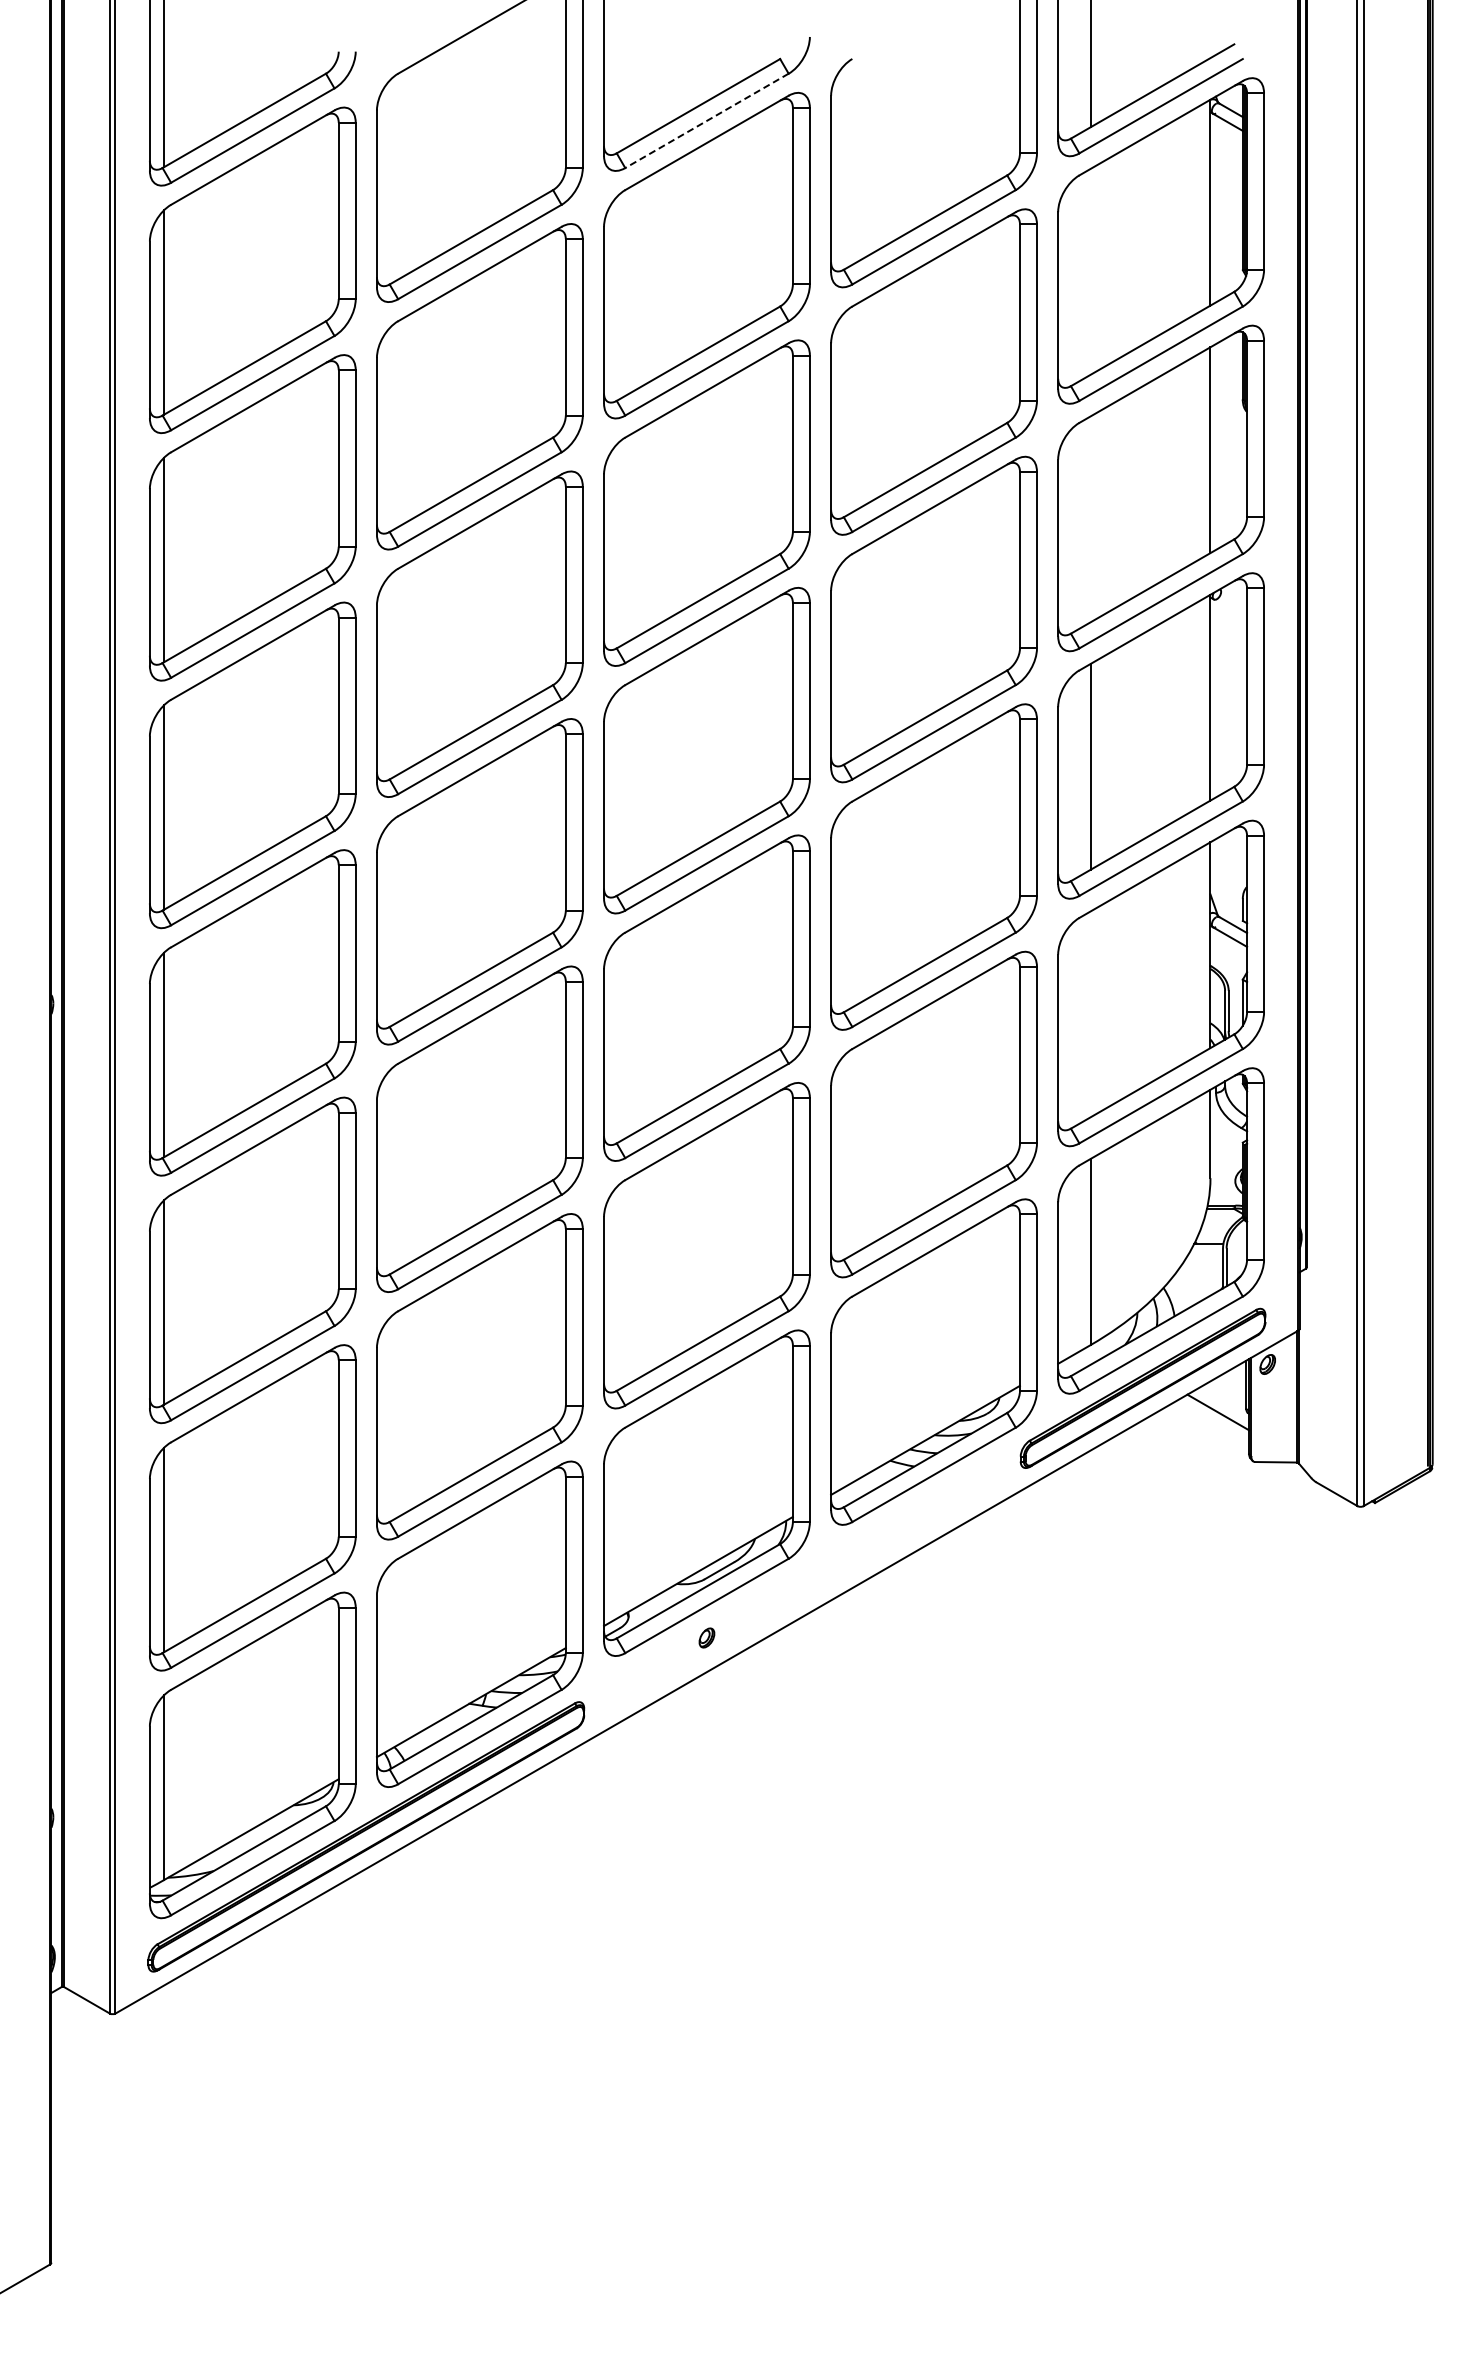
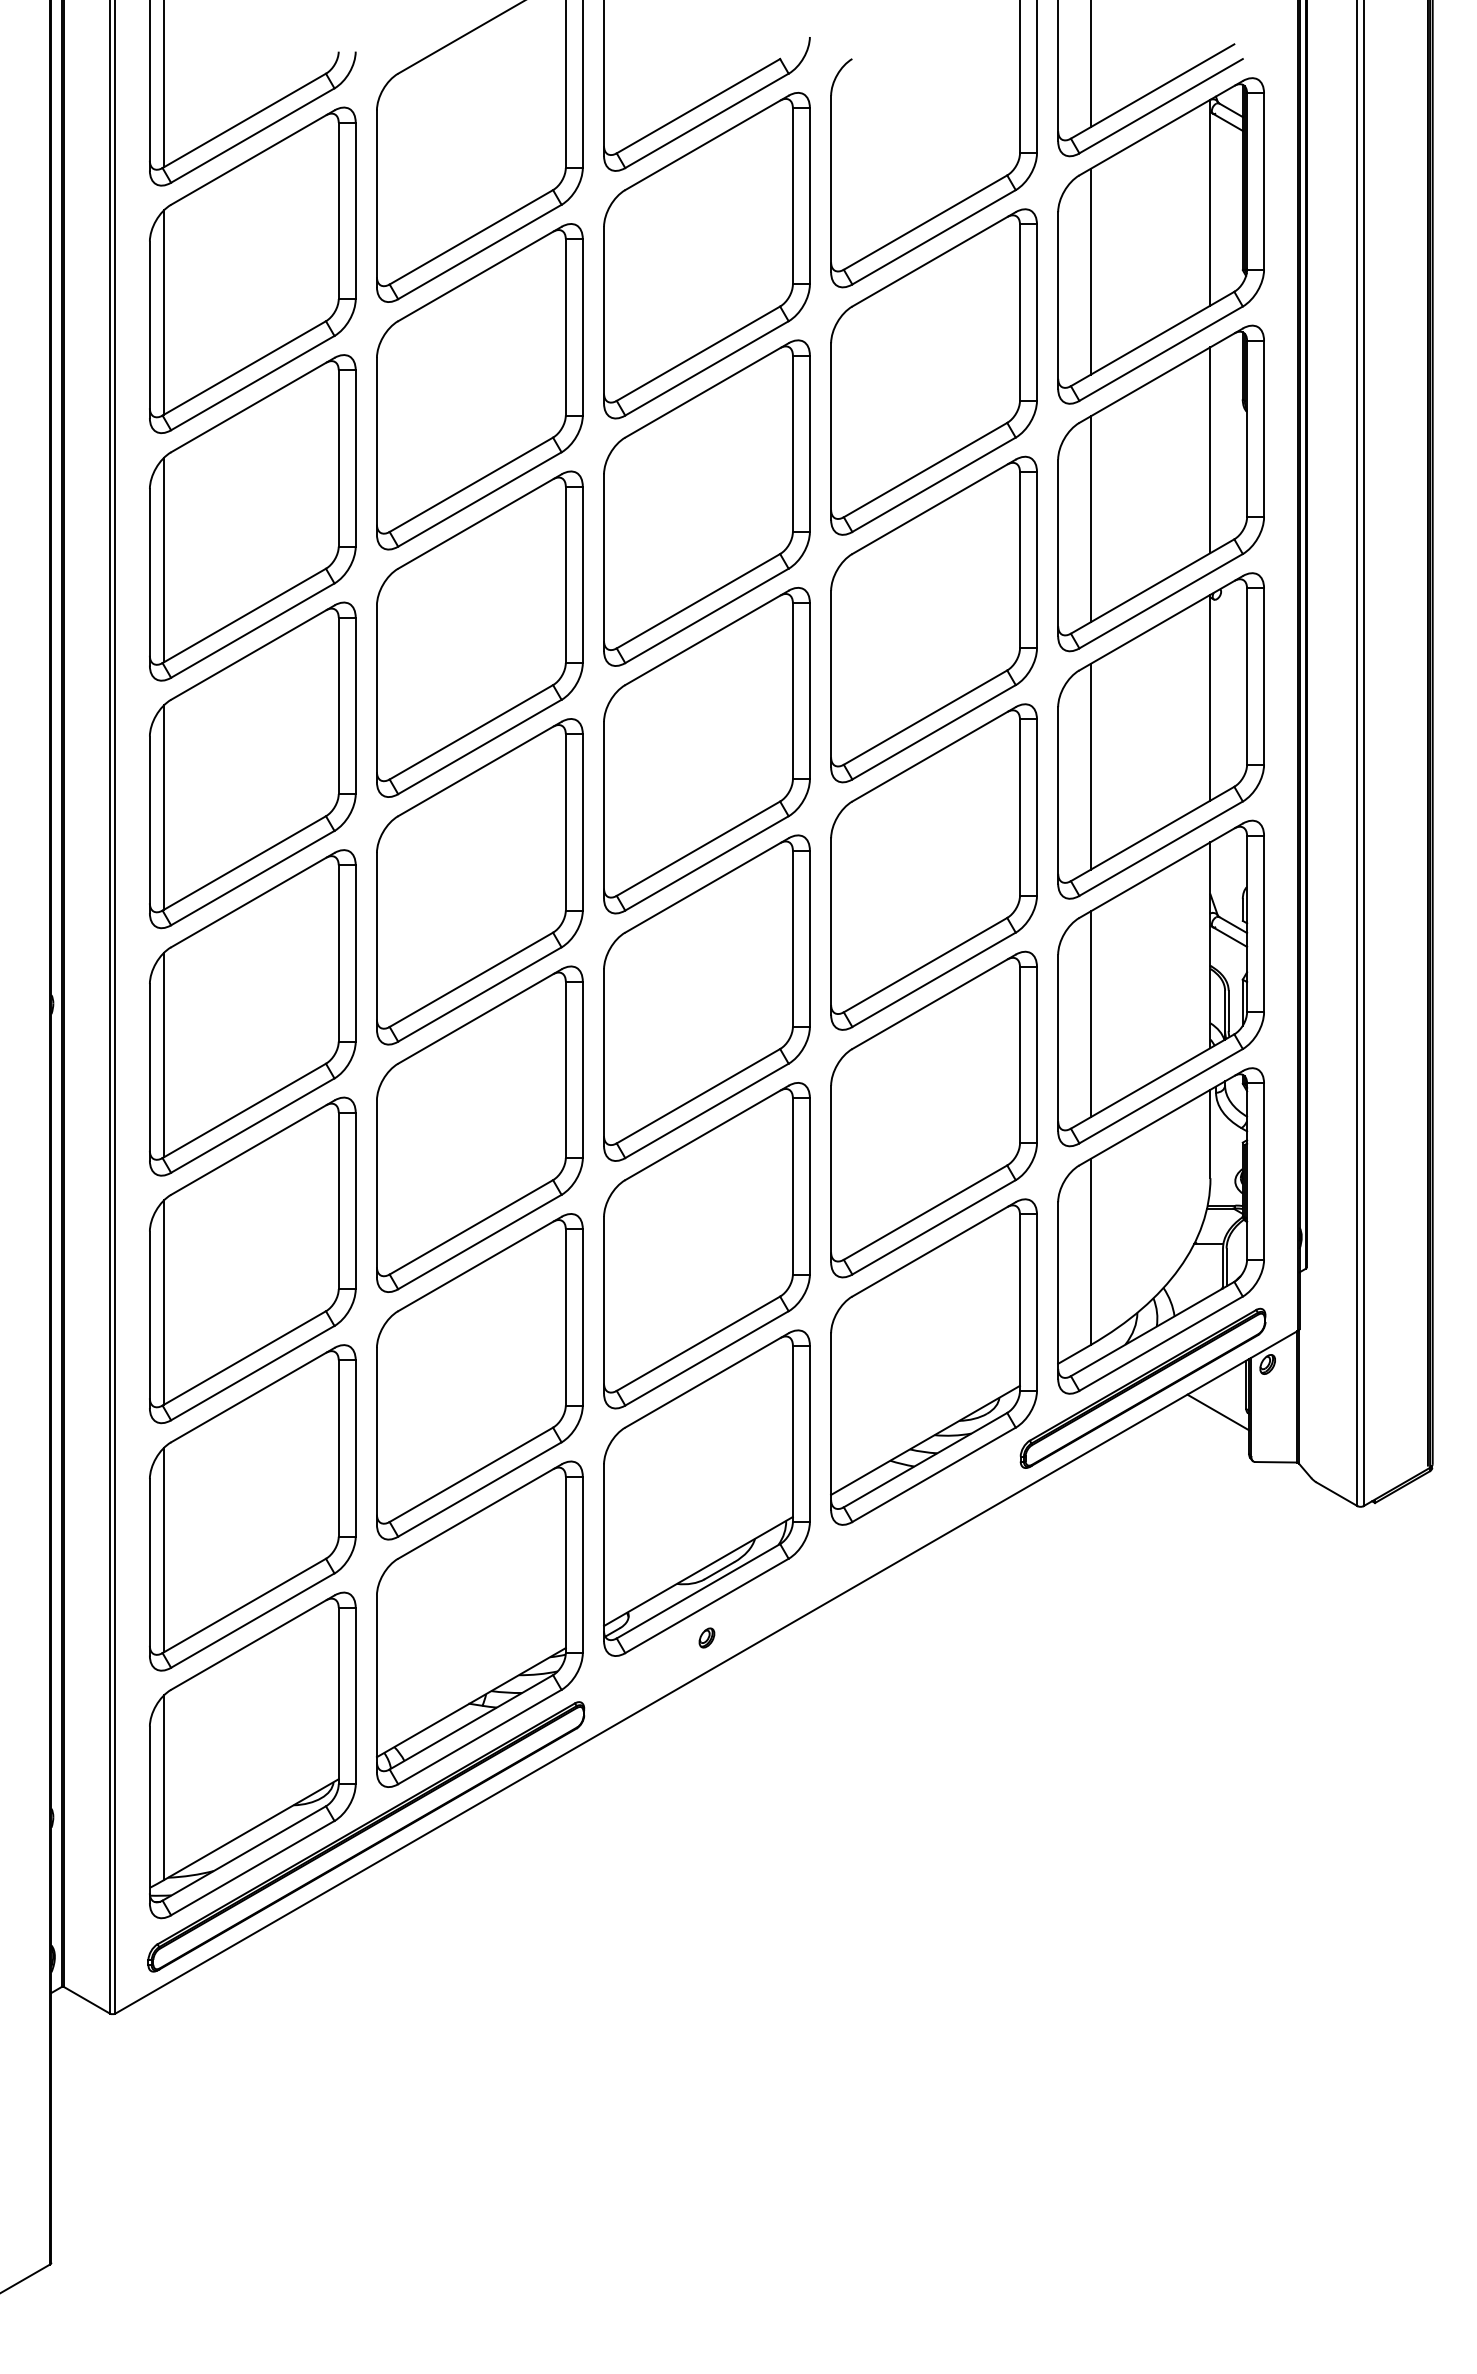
line at (706, 121): dashed -> solid
line at (1090, 271): none -> present
line at (1090, 519): none -> present
line at (1090, 1014): none -> present
